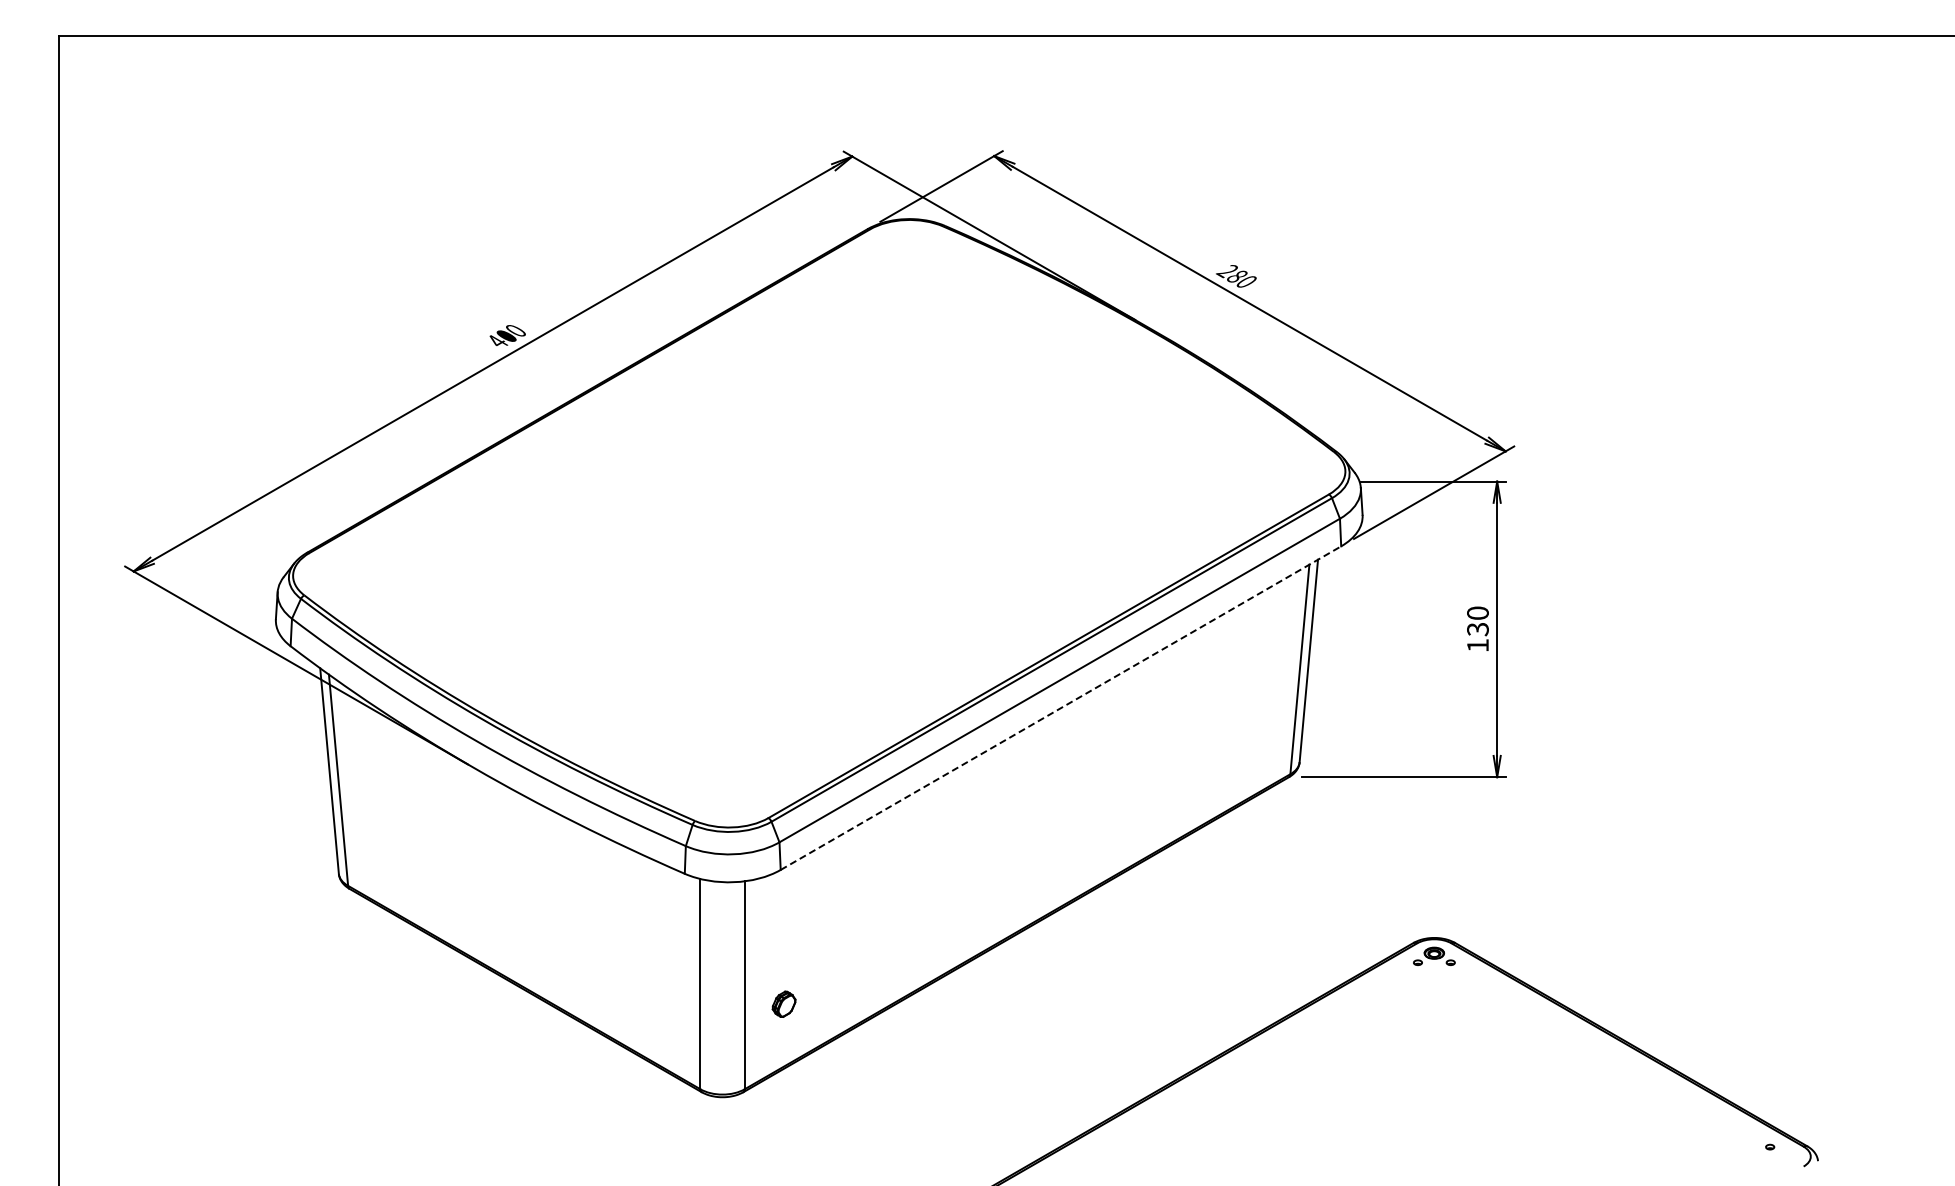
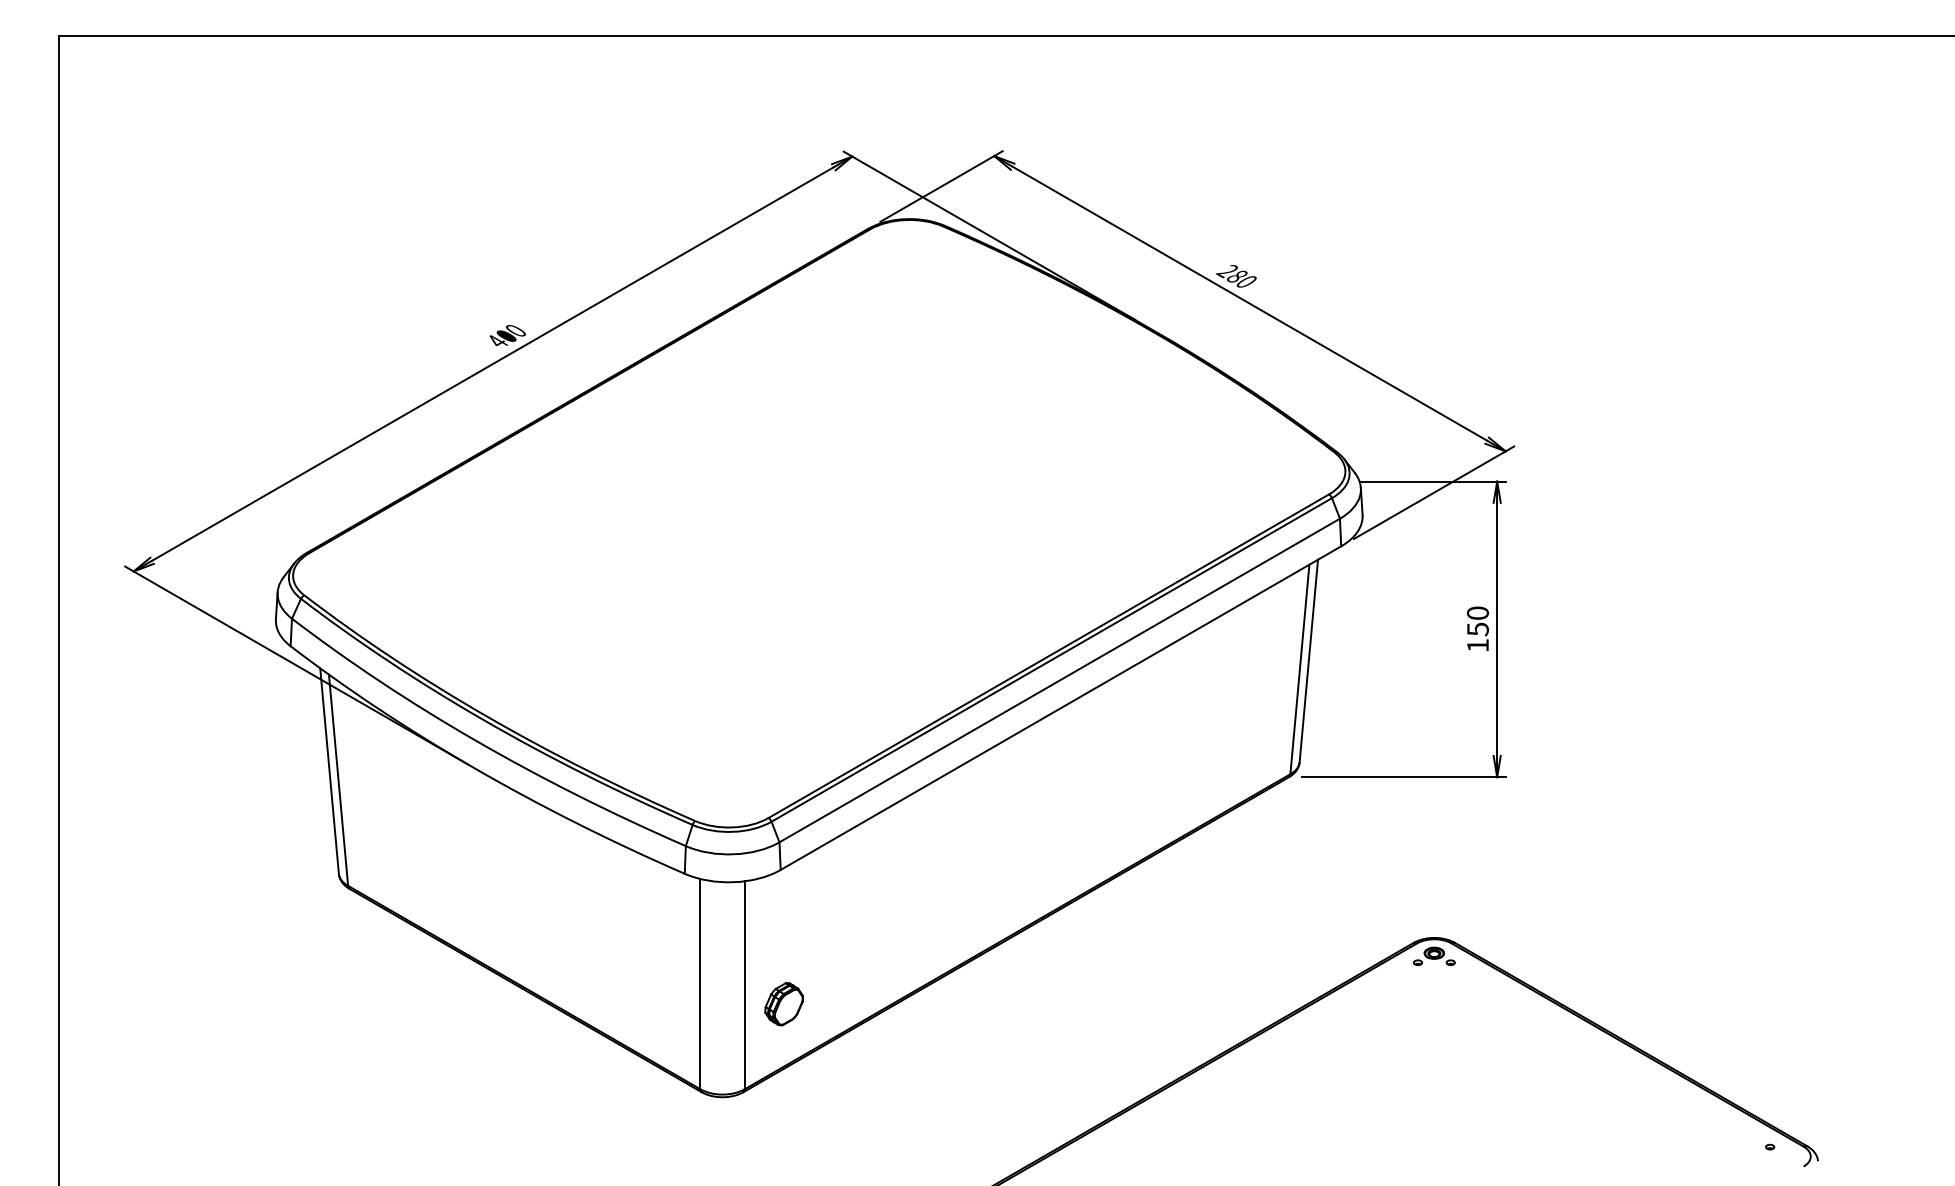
text at (1477, 628): 130 -> 150
line at (1060, 708): dashed -> solid
part at (783, 1003) size: 26x28 px -> 40x45 px
